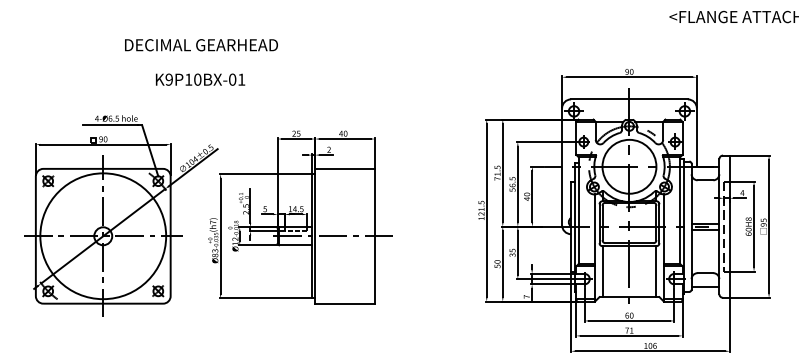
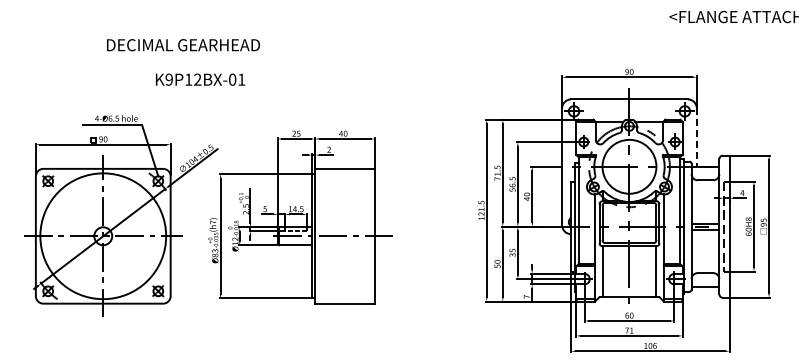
text at (201, 45) position: (201, 45) -> (183, 45)
text at (197, 79): K9P10BX-01 -> K9P12BX-01
line at (696, 138): solid -> dashed
